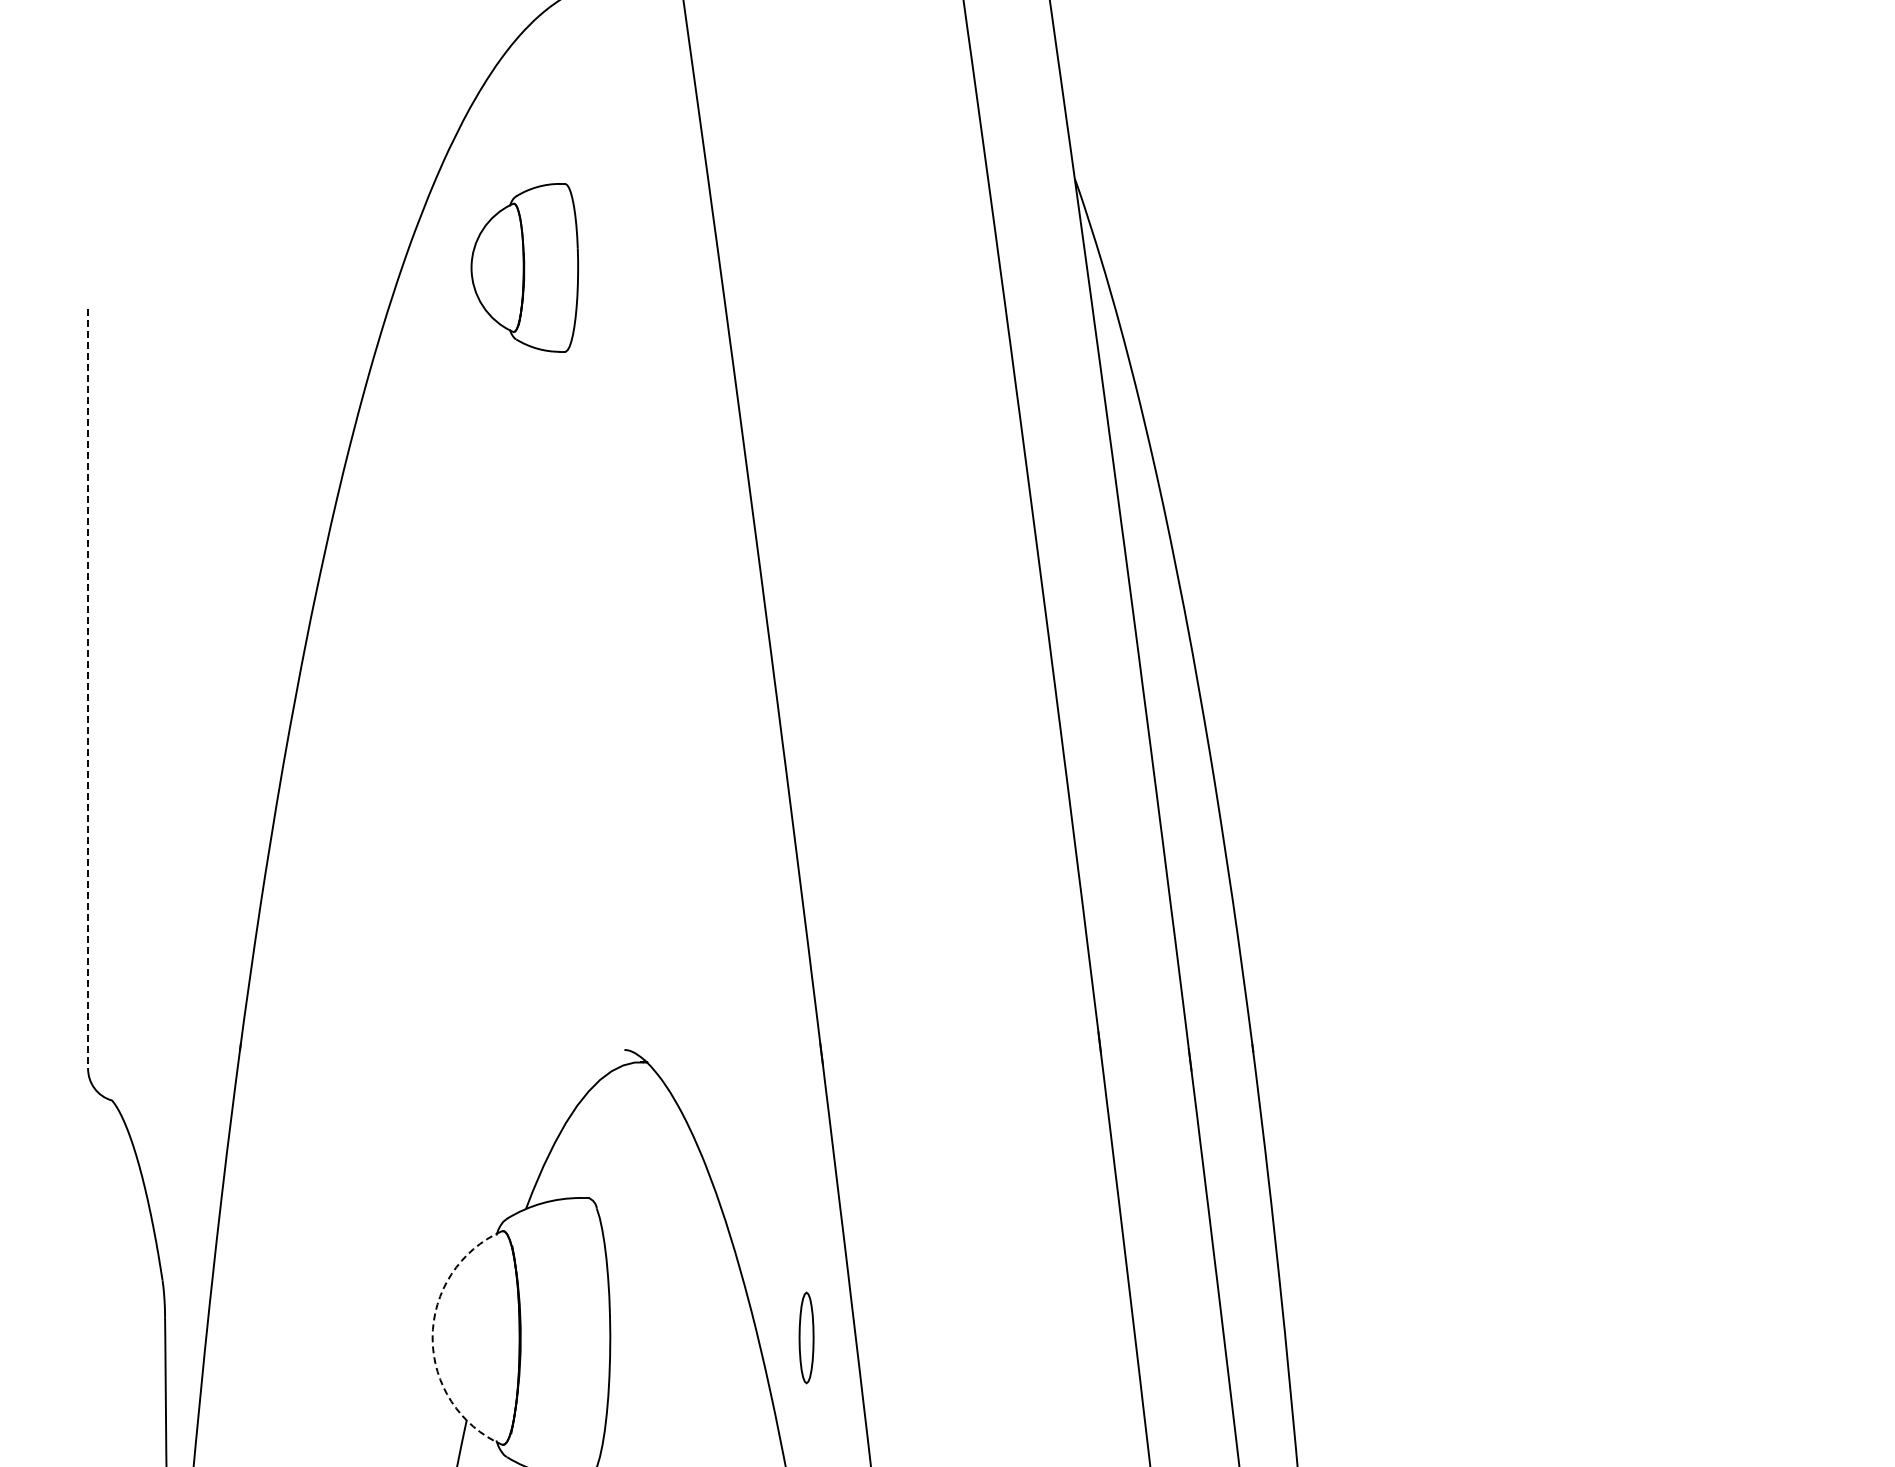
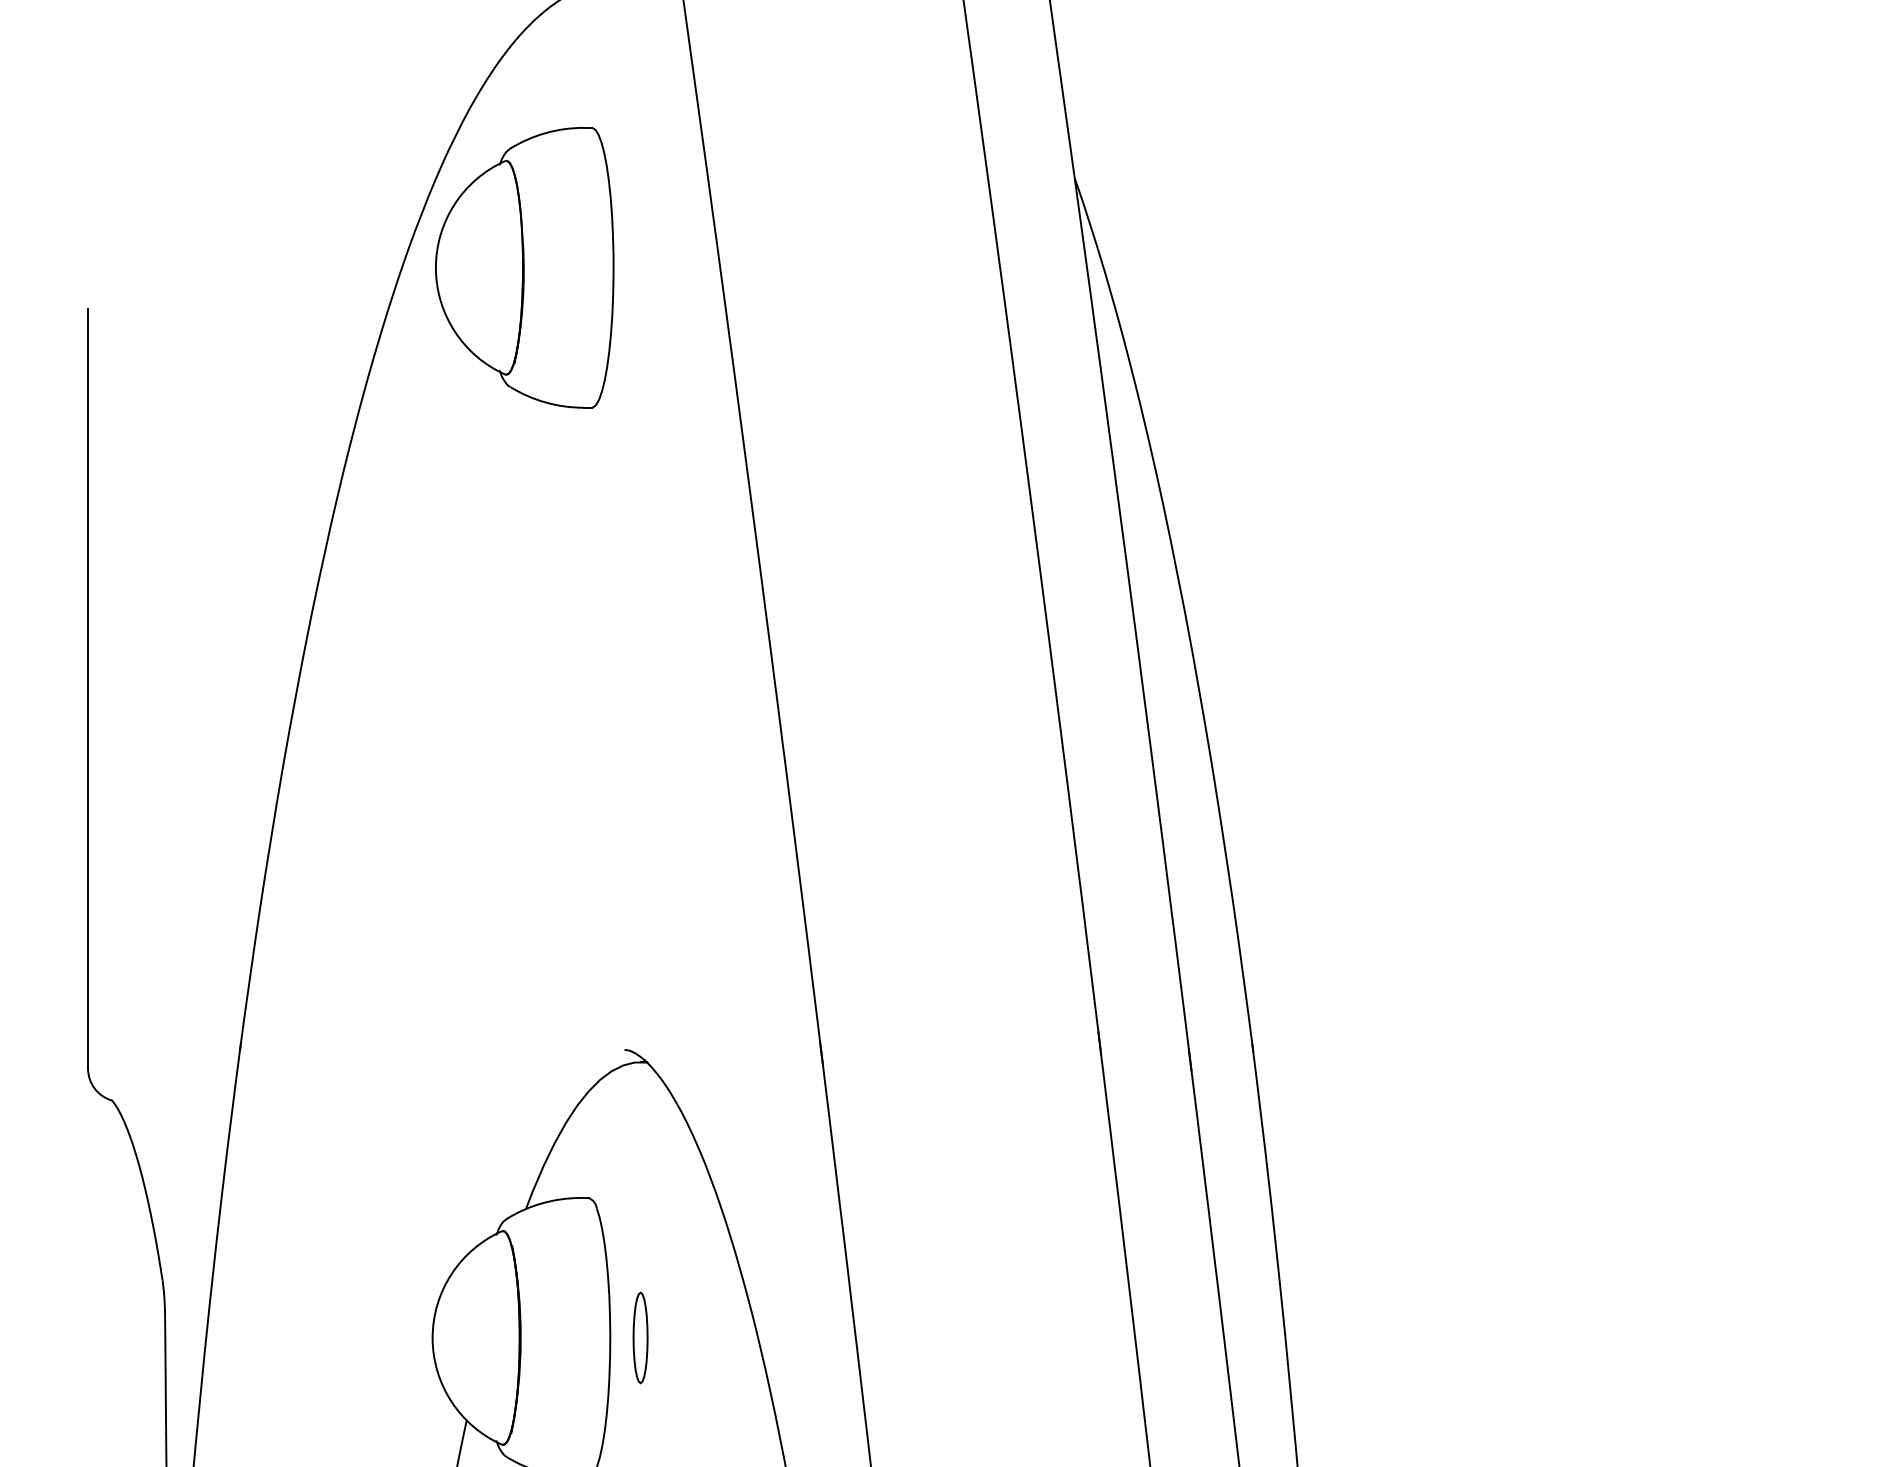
part at (524, 267) size: 109x170 px -> 180x282 px
line at (88, 689): dashed -> solid
arc at (432, 1337): dashed -> solid
part at (806, 1337) position: (806, 1337) -> (640, 1337)
